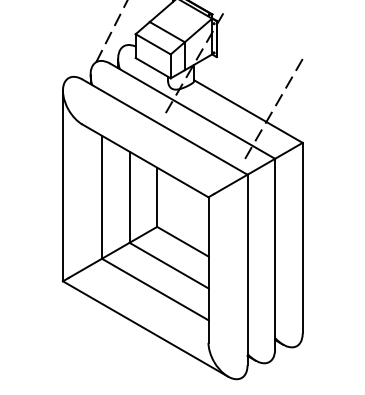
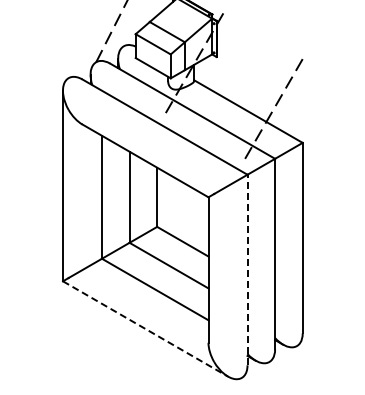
line at (247, 269): solid -> dashed
line at (145, 329): solid -> dashed
